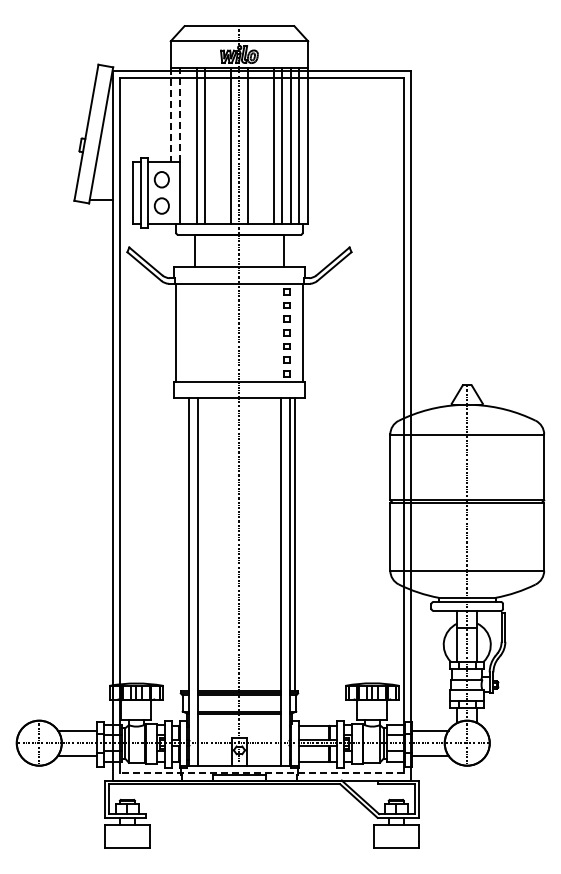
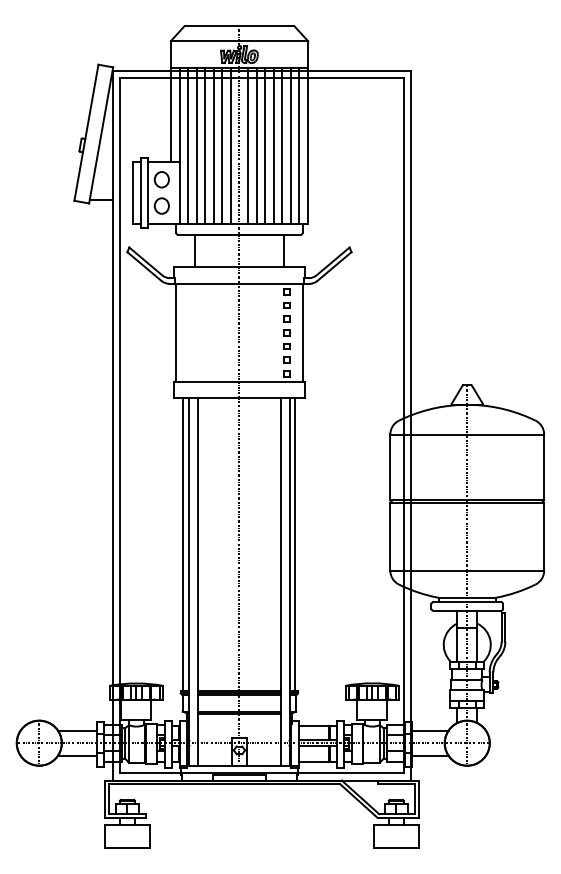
line at (171, 114): dashed -> solid
line at (179, 114): dashed -> solid
line at (188, 145): none -> present
line at (213, 145): none -> present
line at (222, 145): none -> present
line at (256, 145): none -> present
line at (265, 145): none -> present
line at (183, 544): none -> present
line at (261, 773): dashed -> solid
